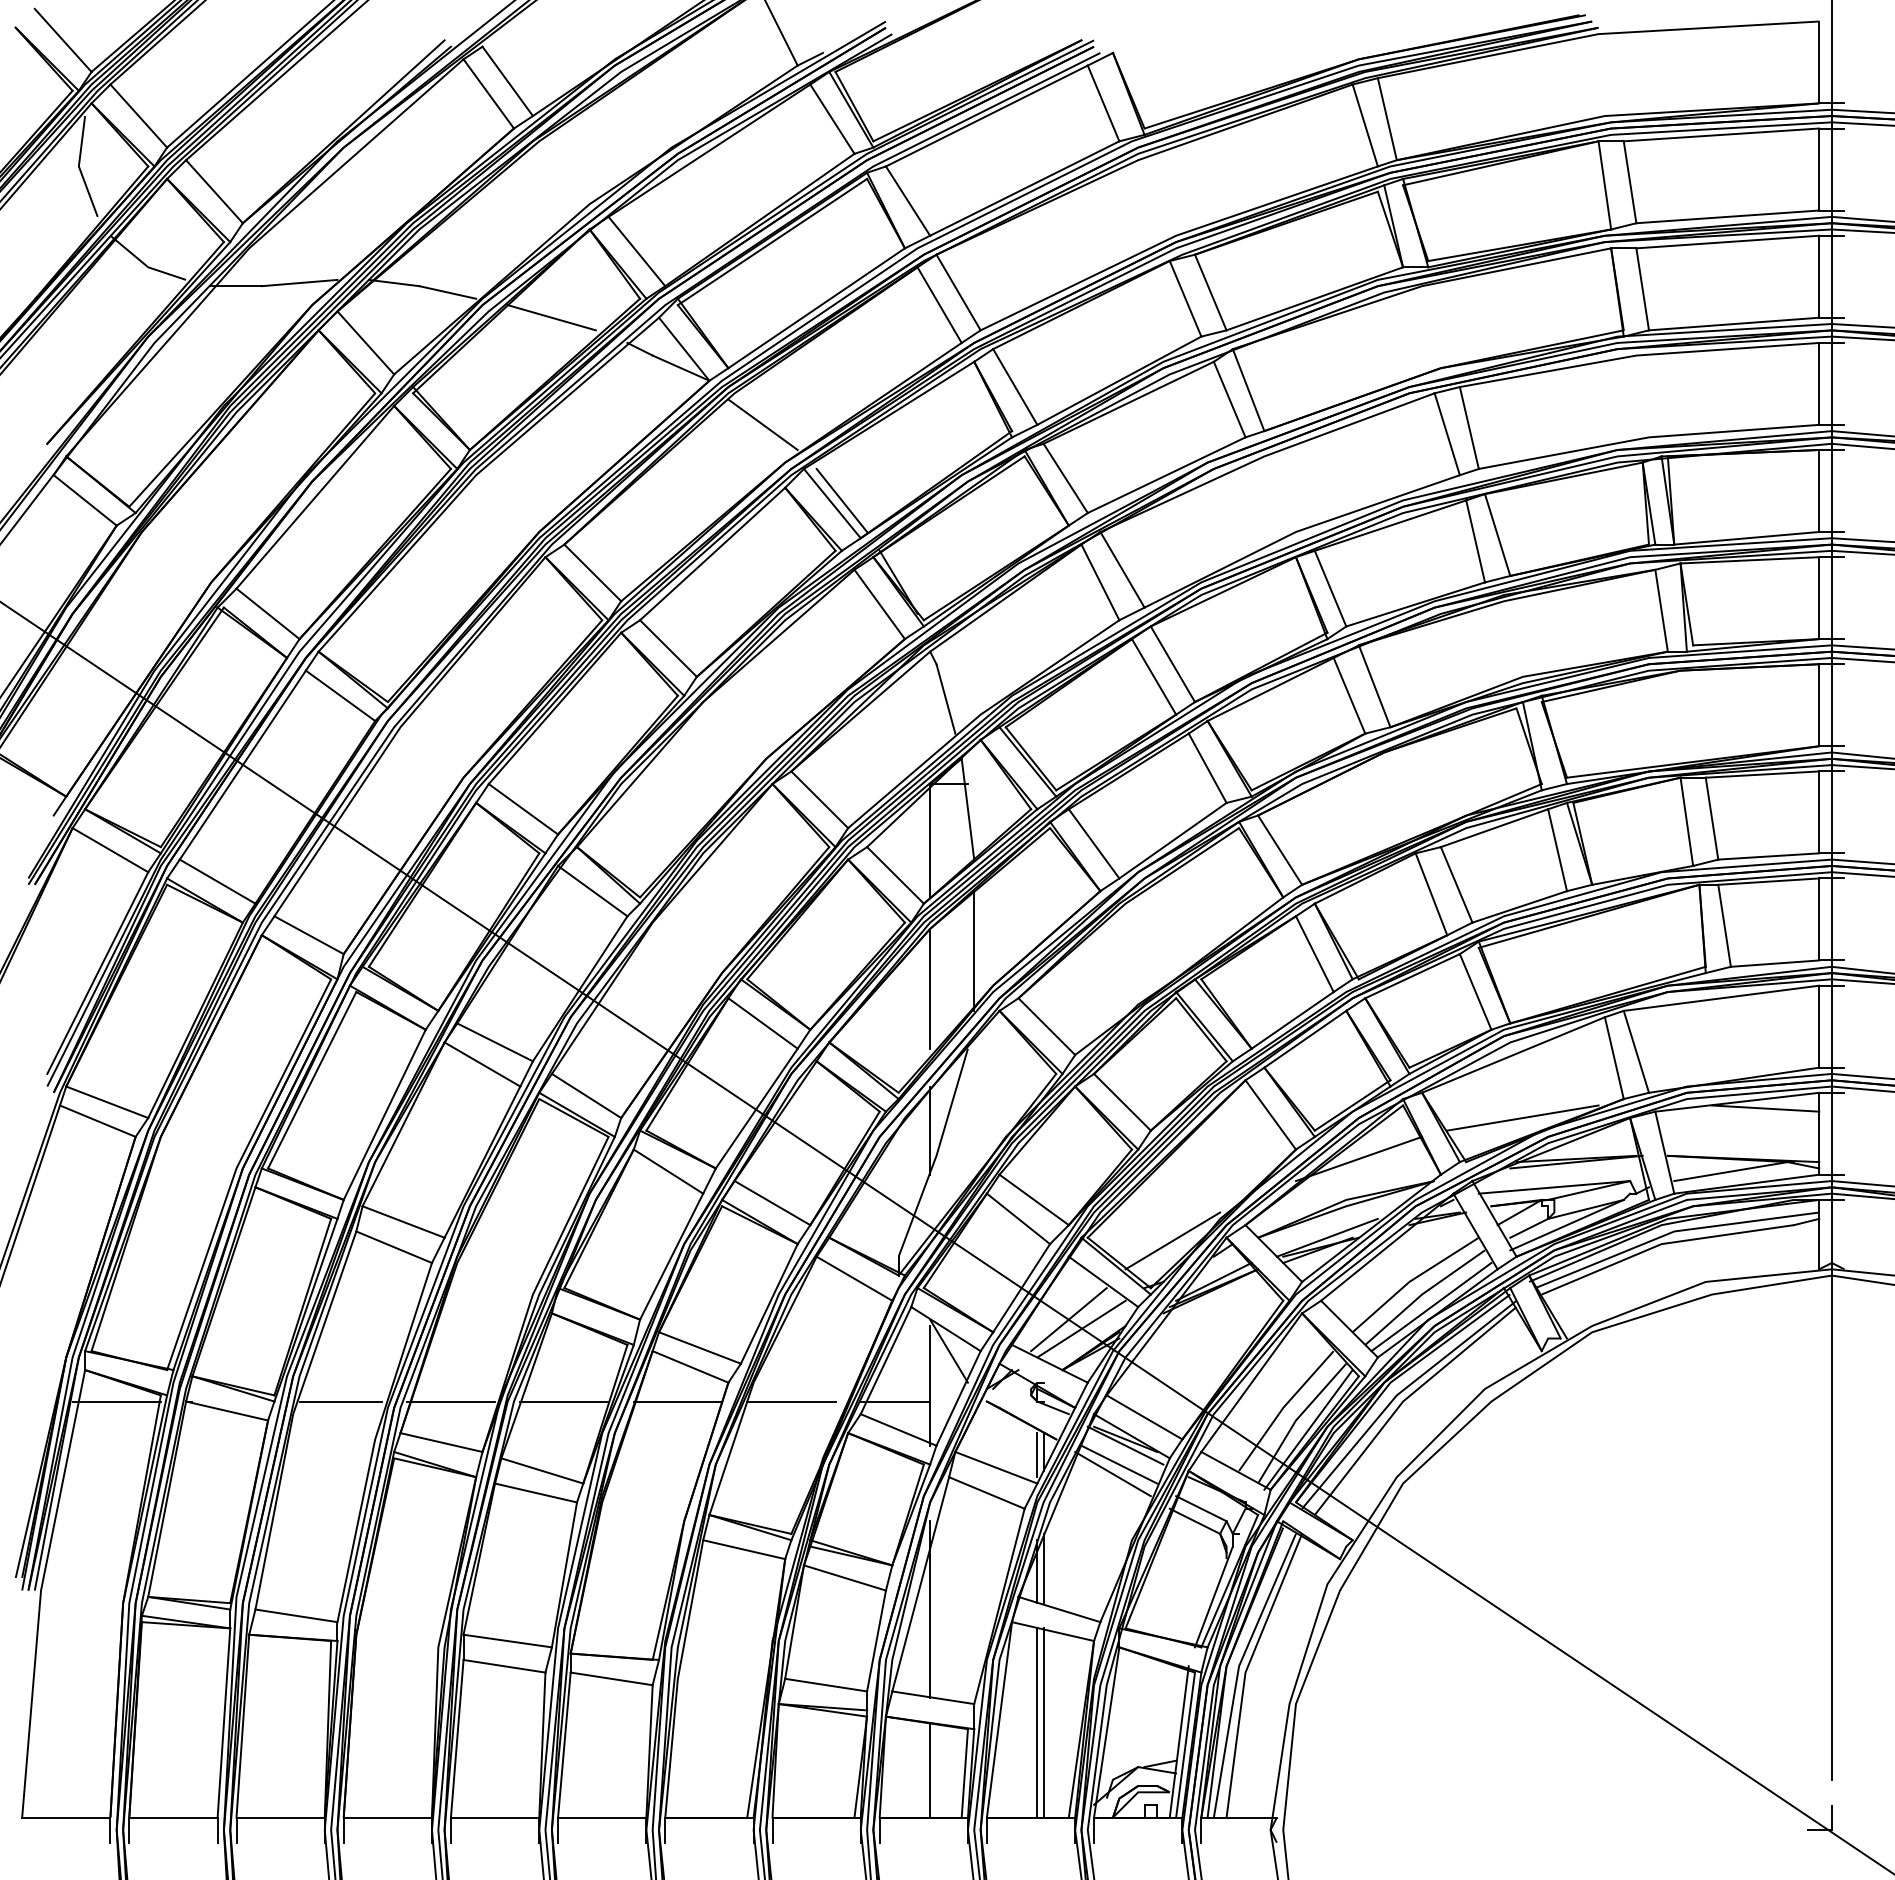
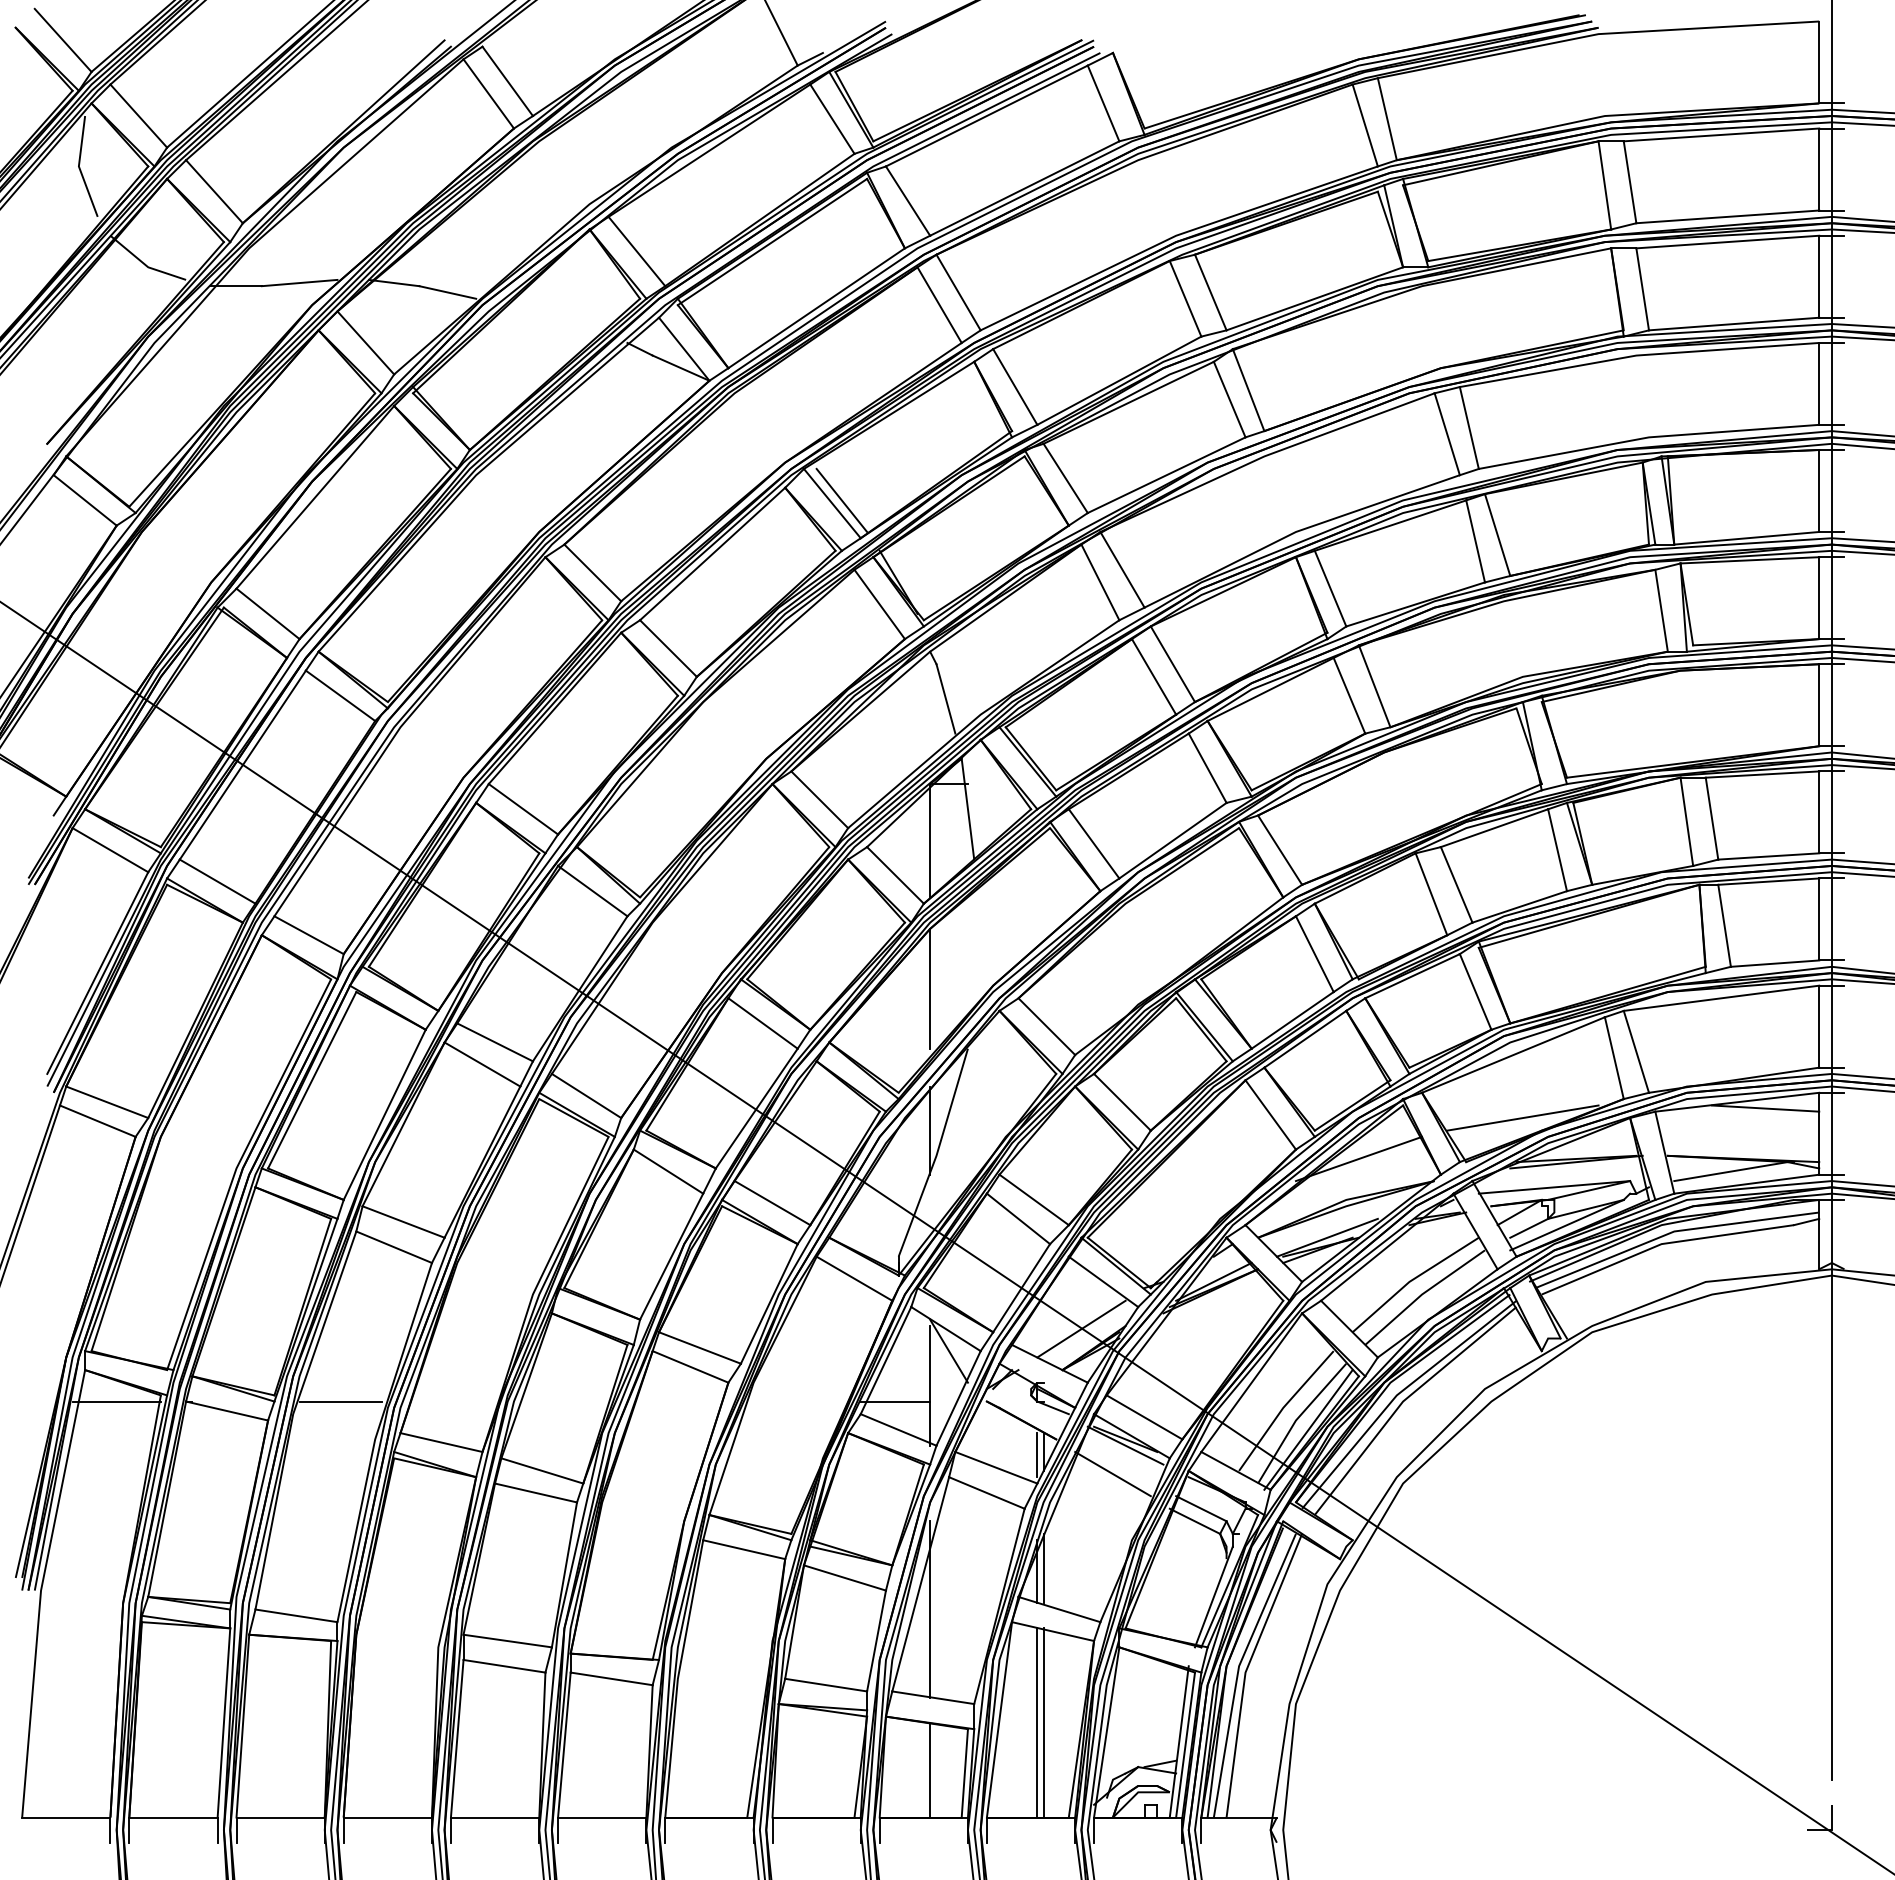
line at (551, 317): present -> none
line at (762, 424): present -> none
line at (974, 950): present -> none
line at (1172, 1240): present -> none
line at (1431, 1306): present -> none
line at (1068, 1319): present -> none
line at (450, 1401): present -> none
line at (564, 1401): present -> none
line at (677, 1401): present -> none
line at (791, 1401): present -> none
line at (1119, 1464): present -> none
